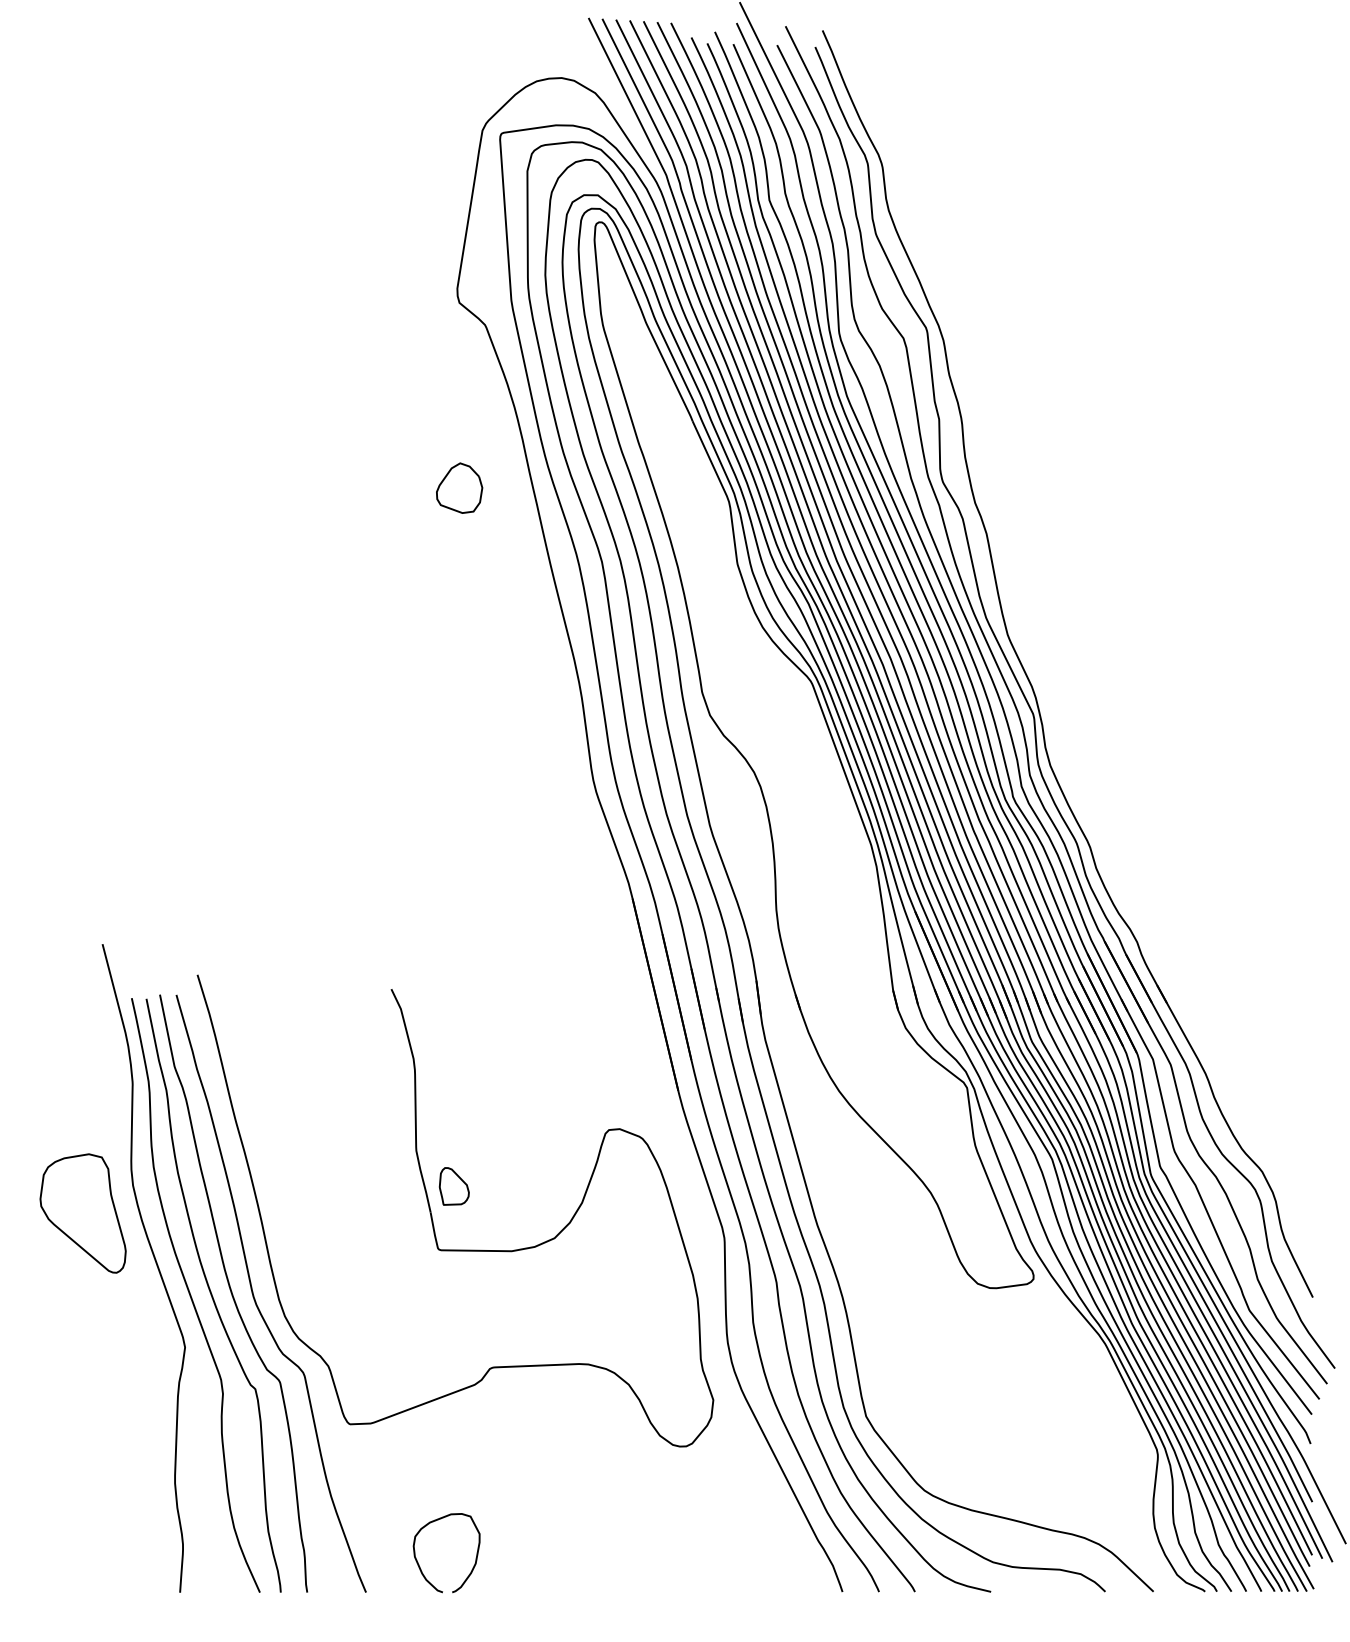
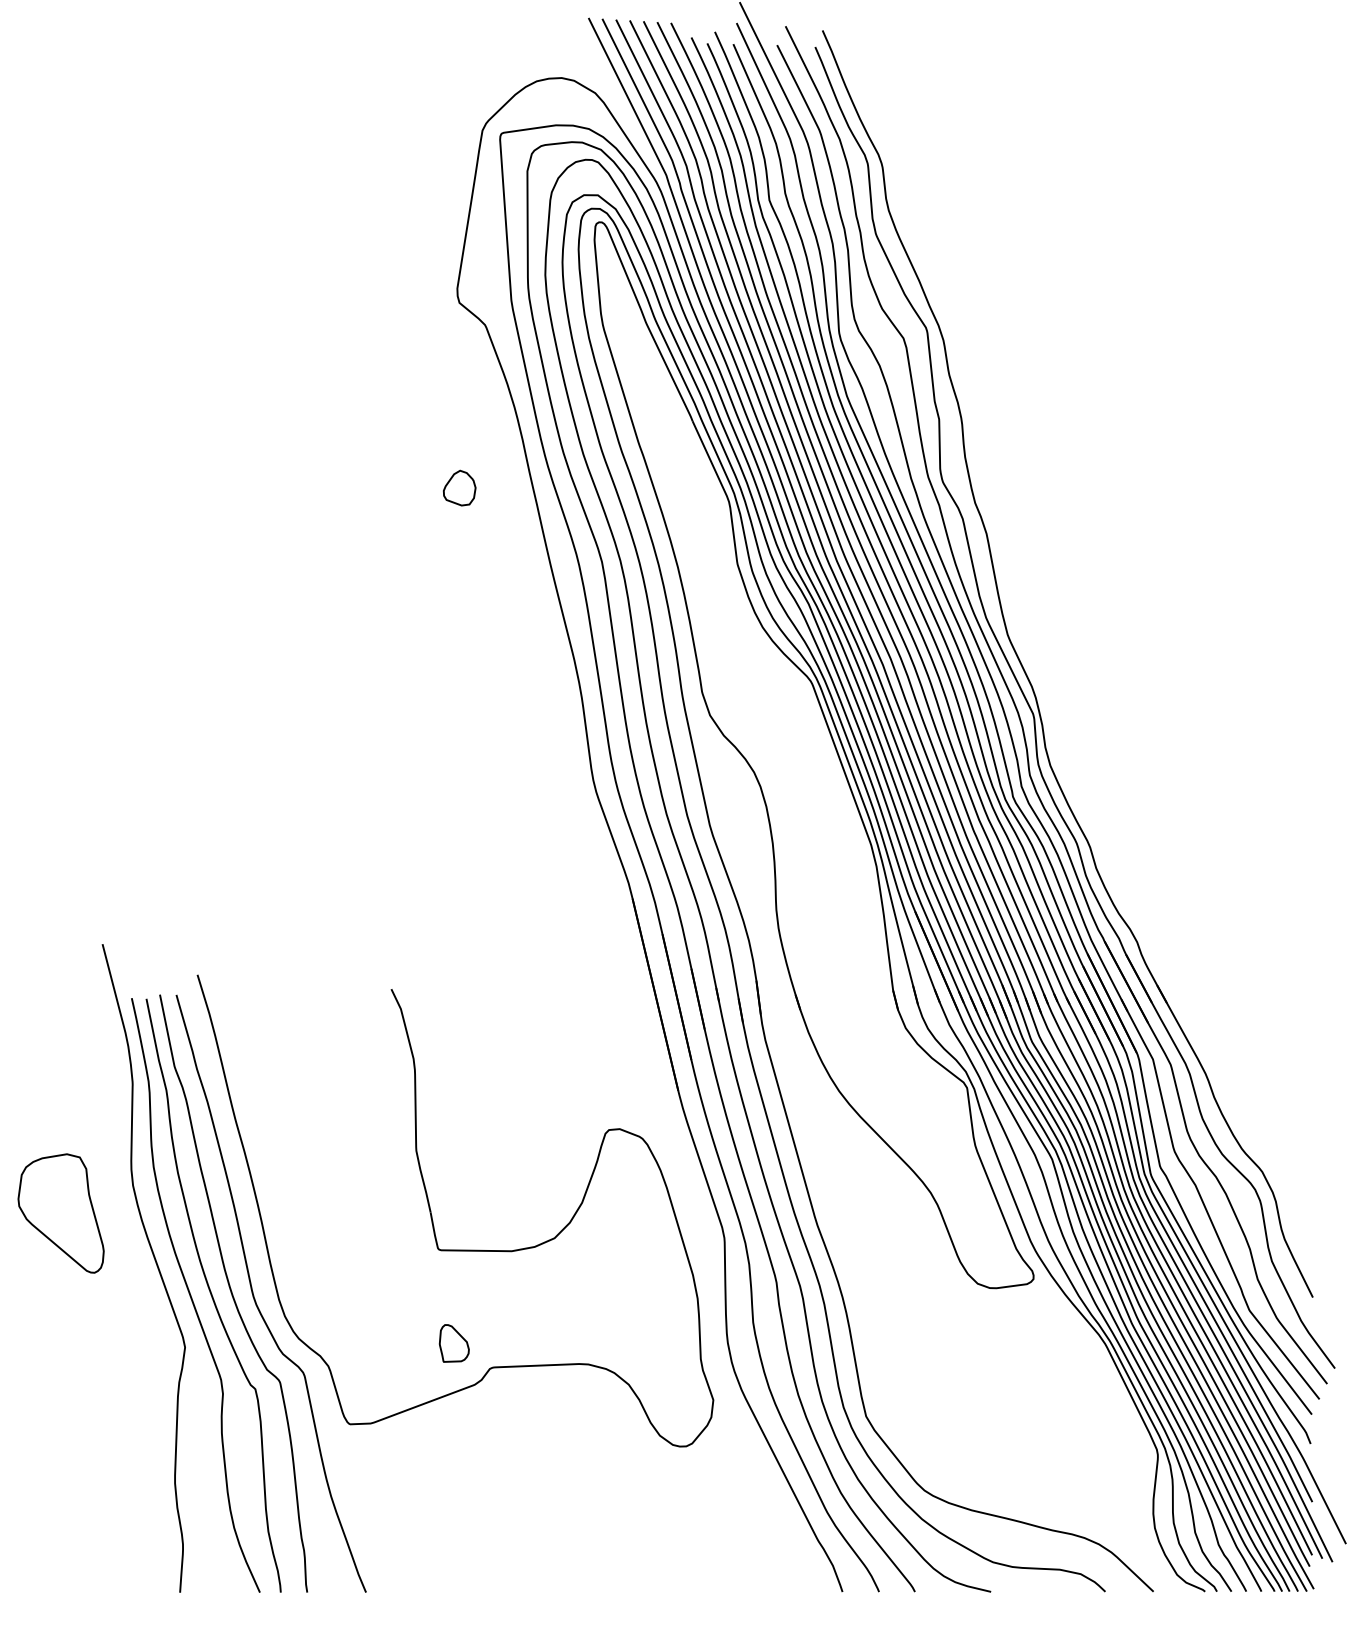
part at (459, 487) size: 48x52 px -> 34x38 px
part at (453, 1186) position: (453, 1186) -> (453, 1343)
part at (82, 1213) position: (82, 1213) -> (60, 1213)
curve at (420, 1566): present -> none
